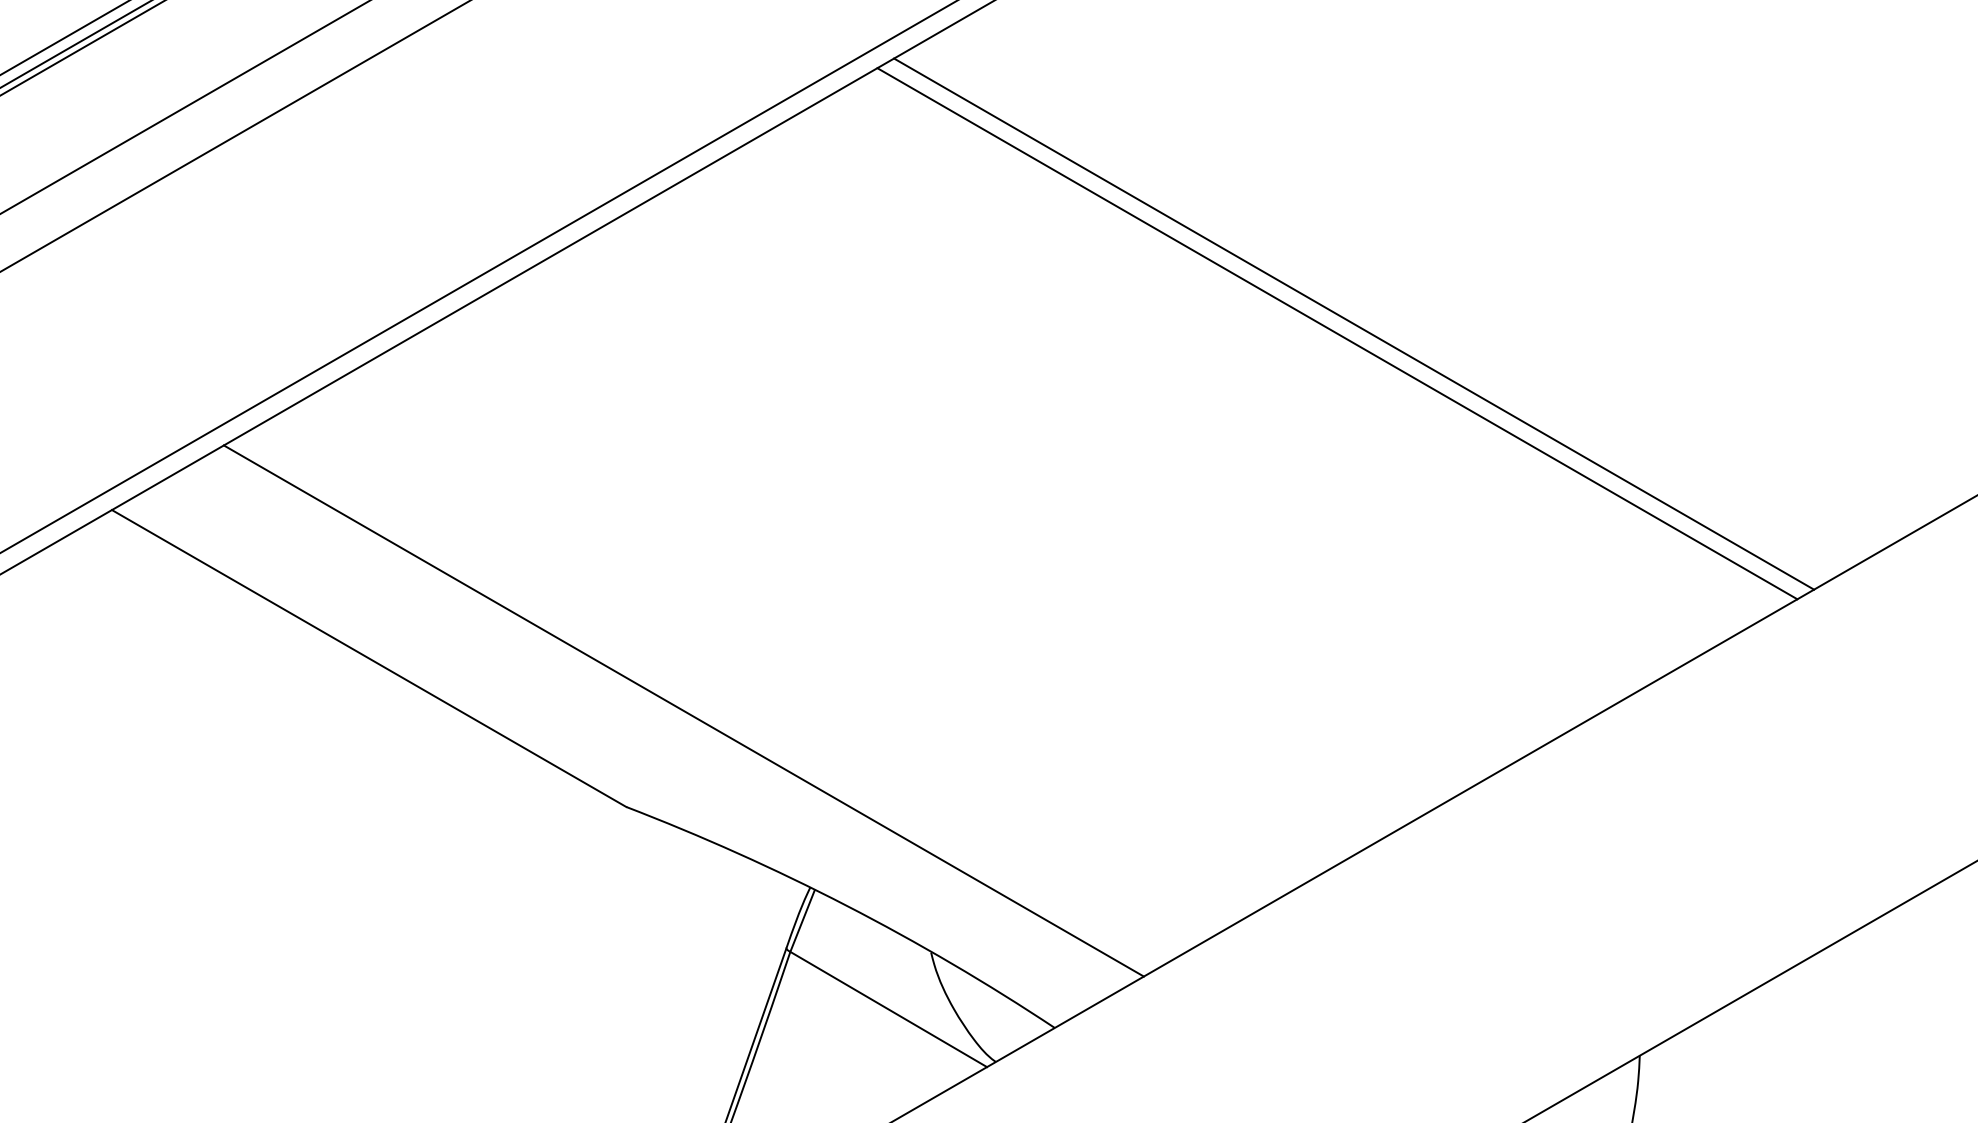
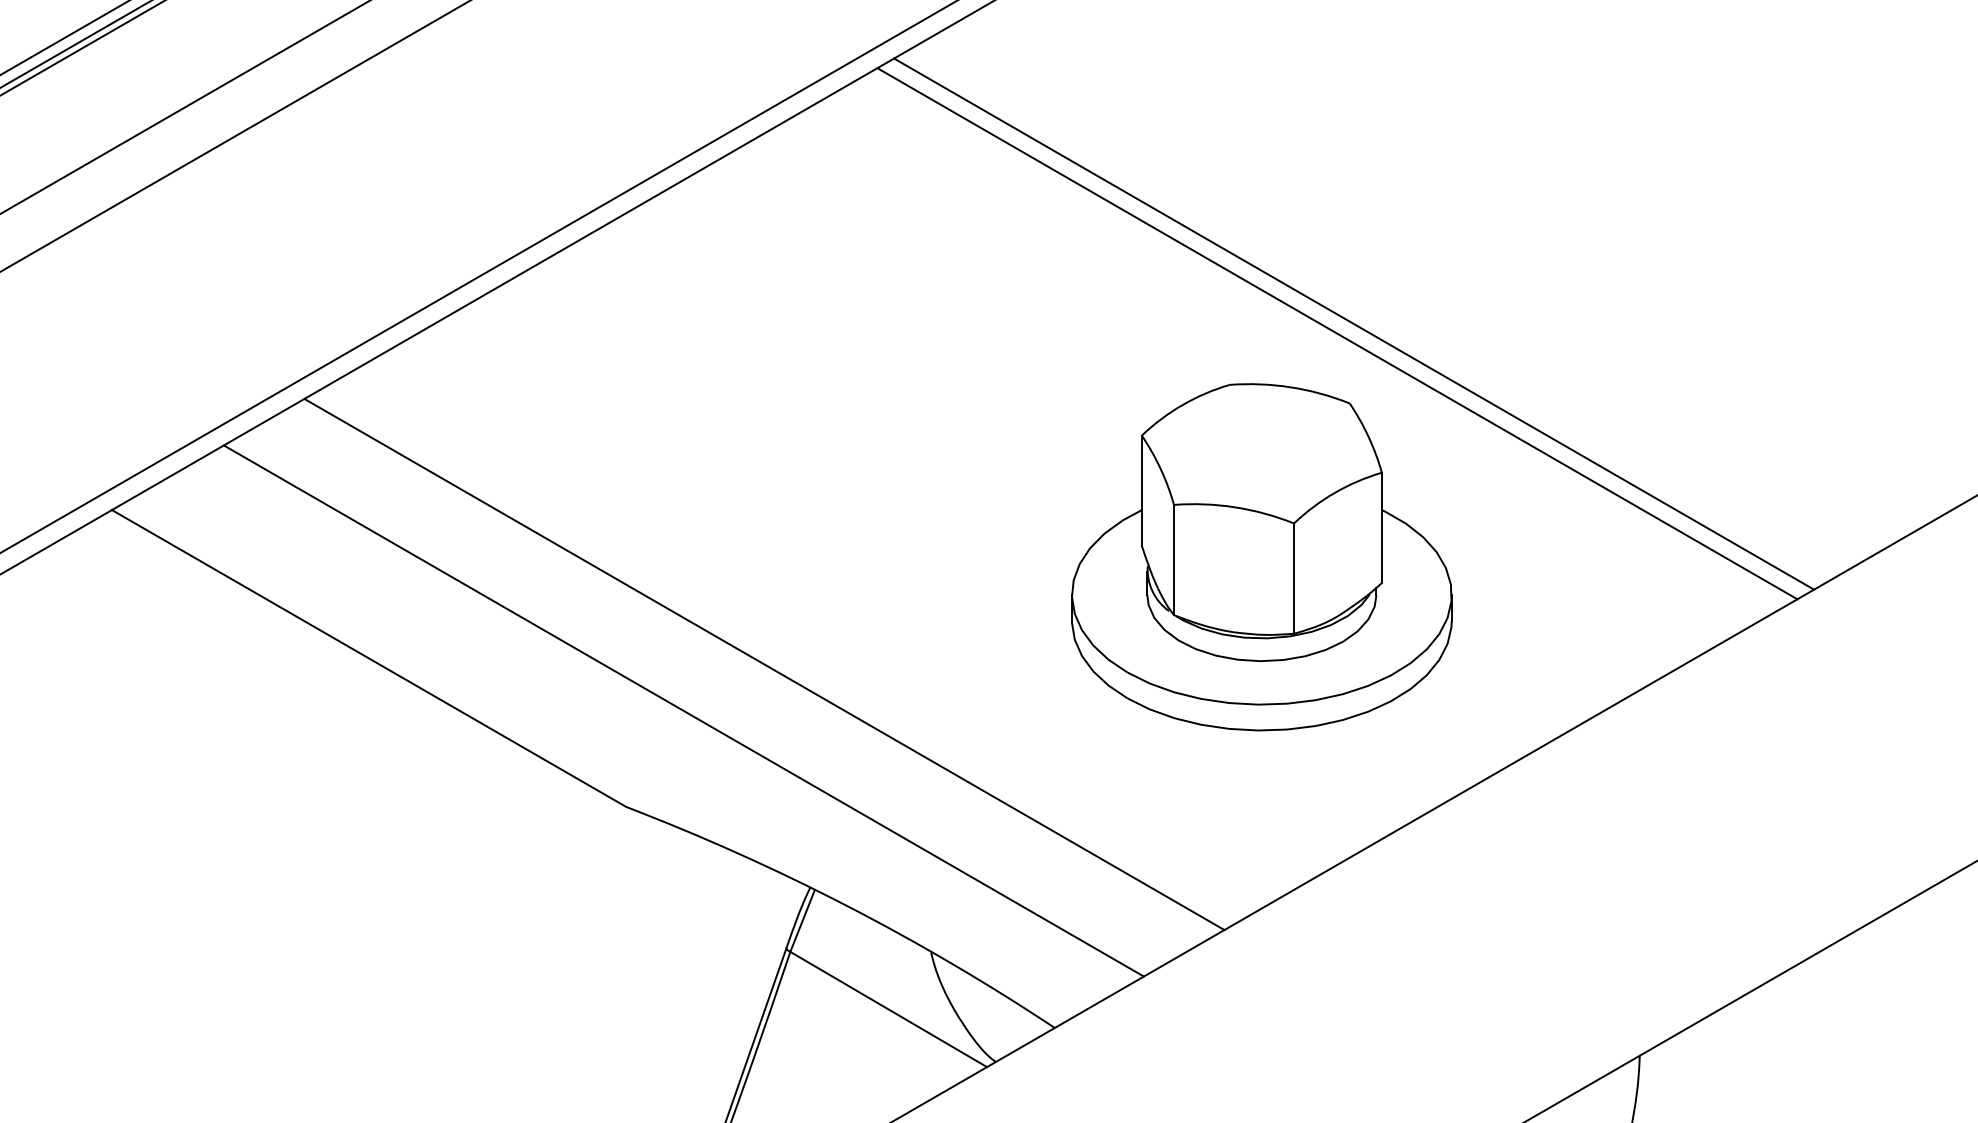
part at (1261, 557): none -> present
line at (764, 664): none -> present
